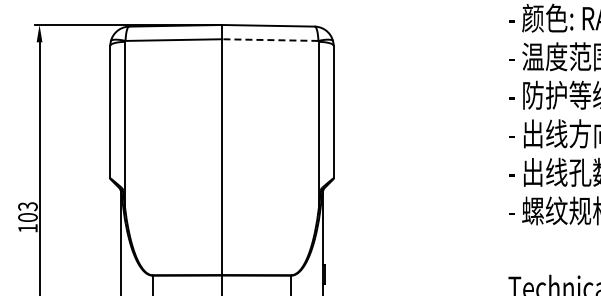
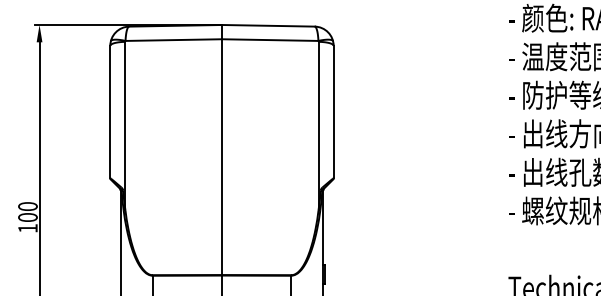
line at (269, 40): dashed -> solid
text at (27, 206): 103 -> 100
